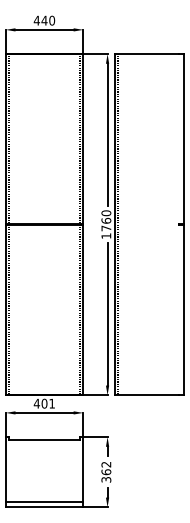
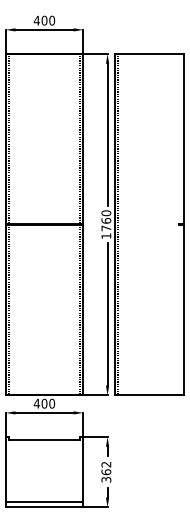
text at (44, 20): 440 -> 400
text at (52, 403): 401 -> 400
